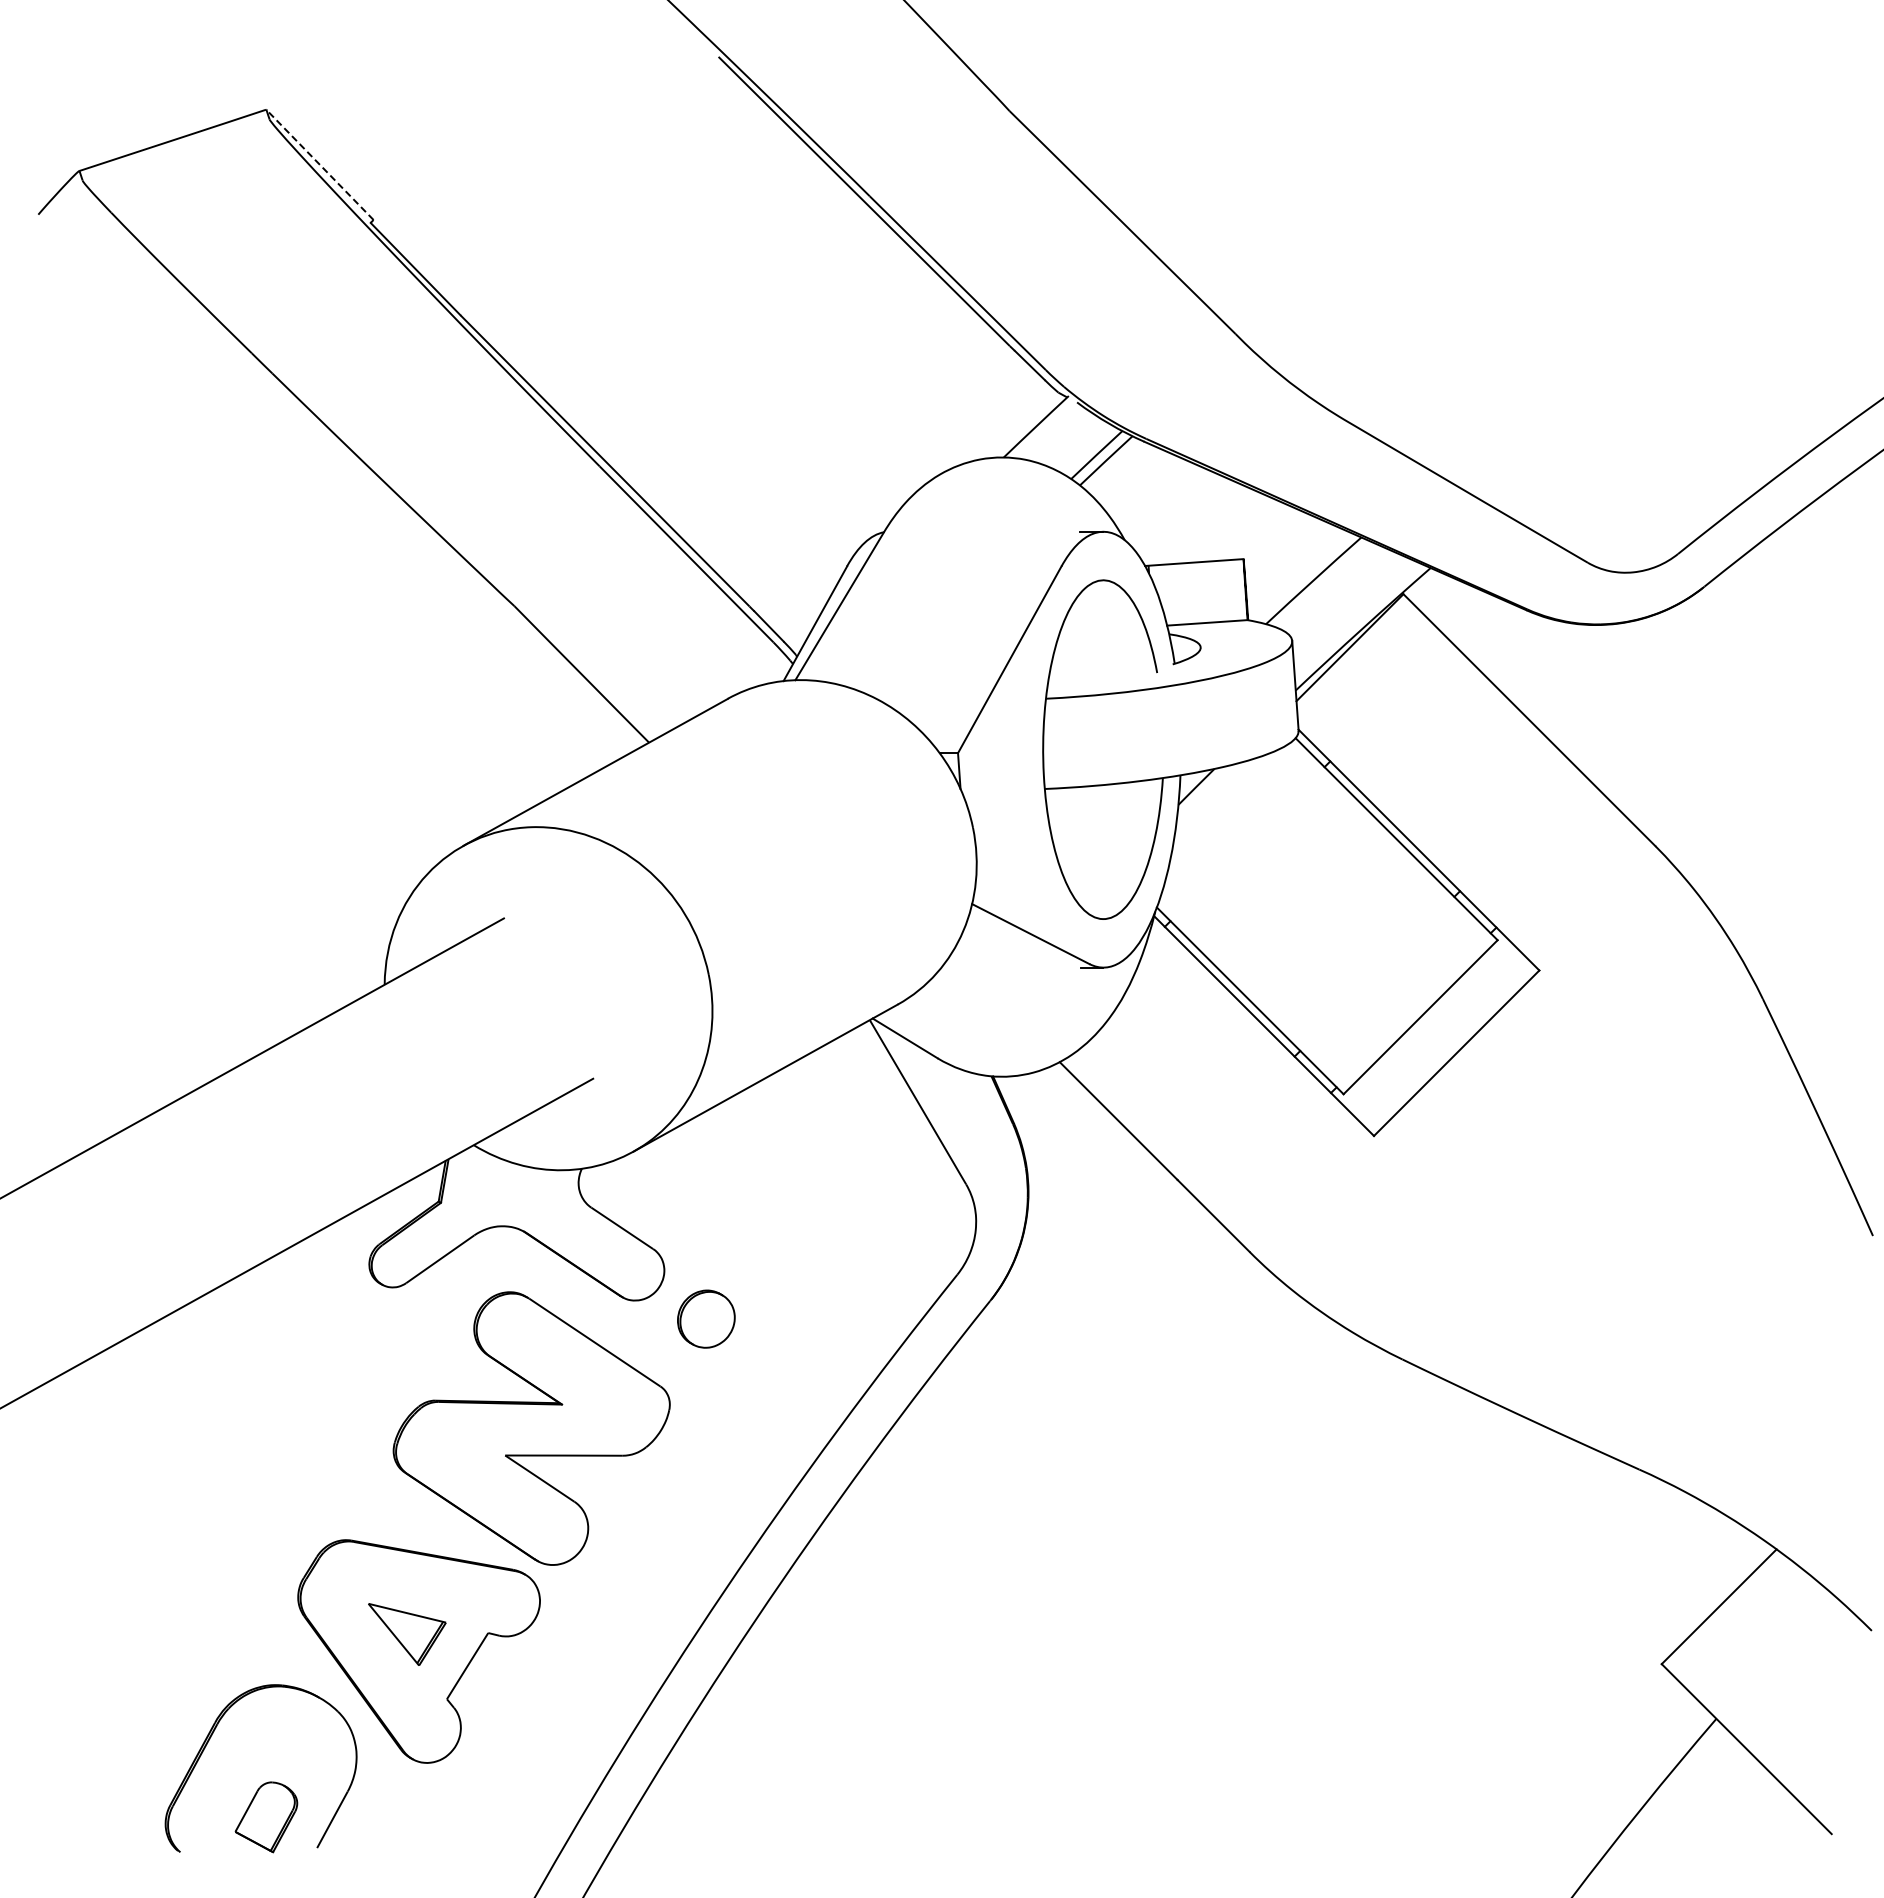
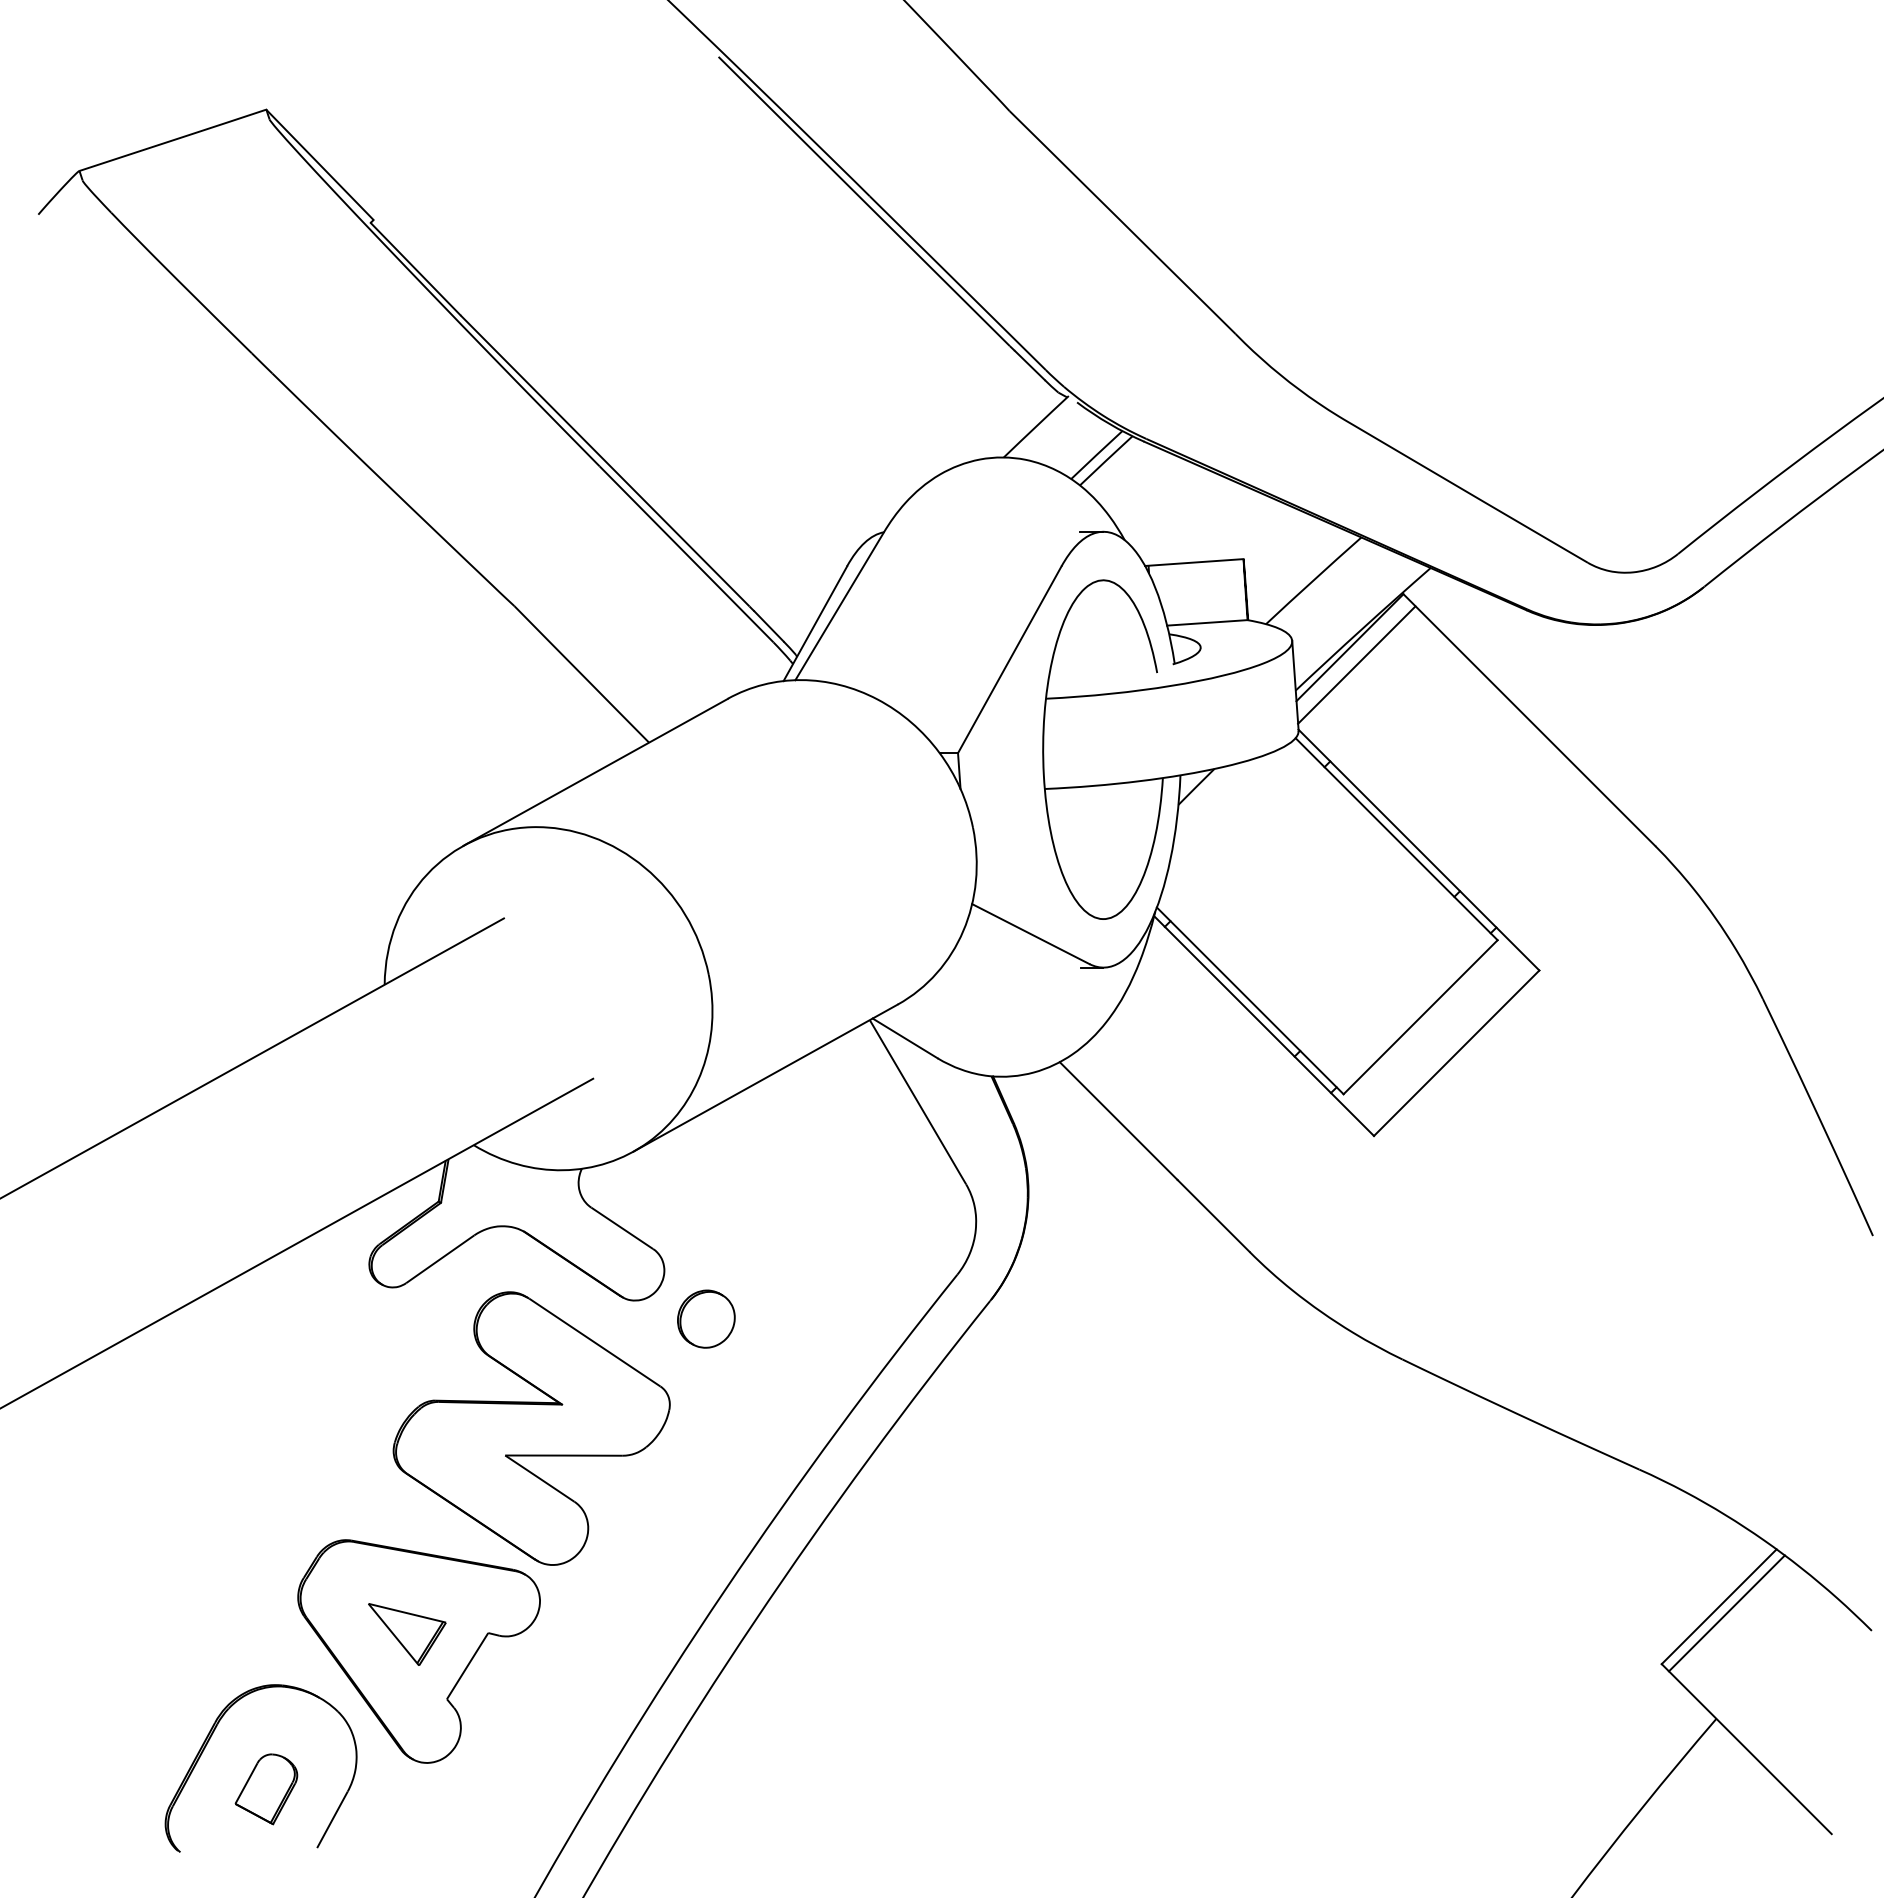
line at (319, 164): dashed -> solid
line at (1356, 664): none -> present
line at (1726, 1613): none -> present
part at (266, 1817) position: (266, 1817) -> (266, 1789)
